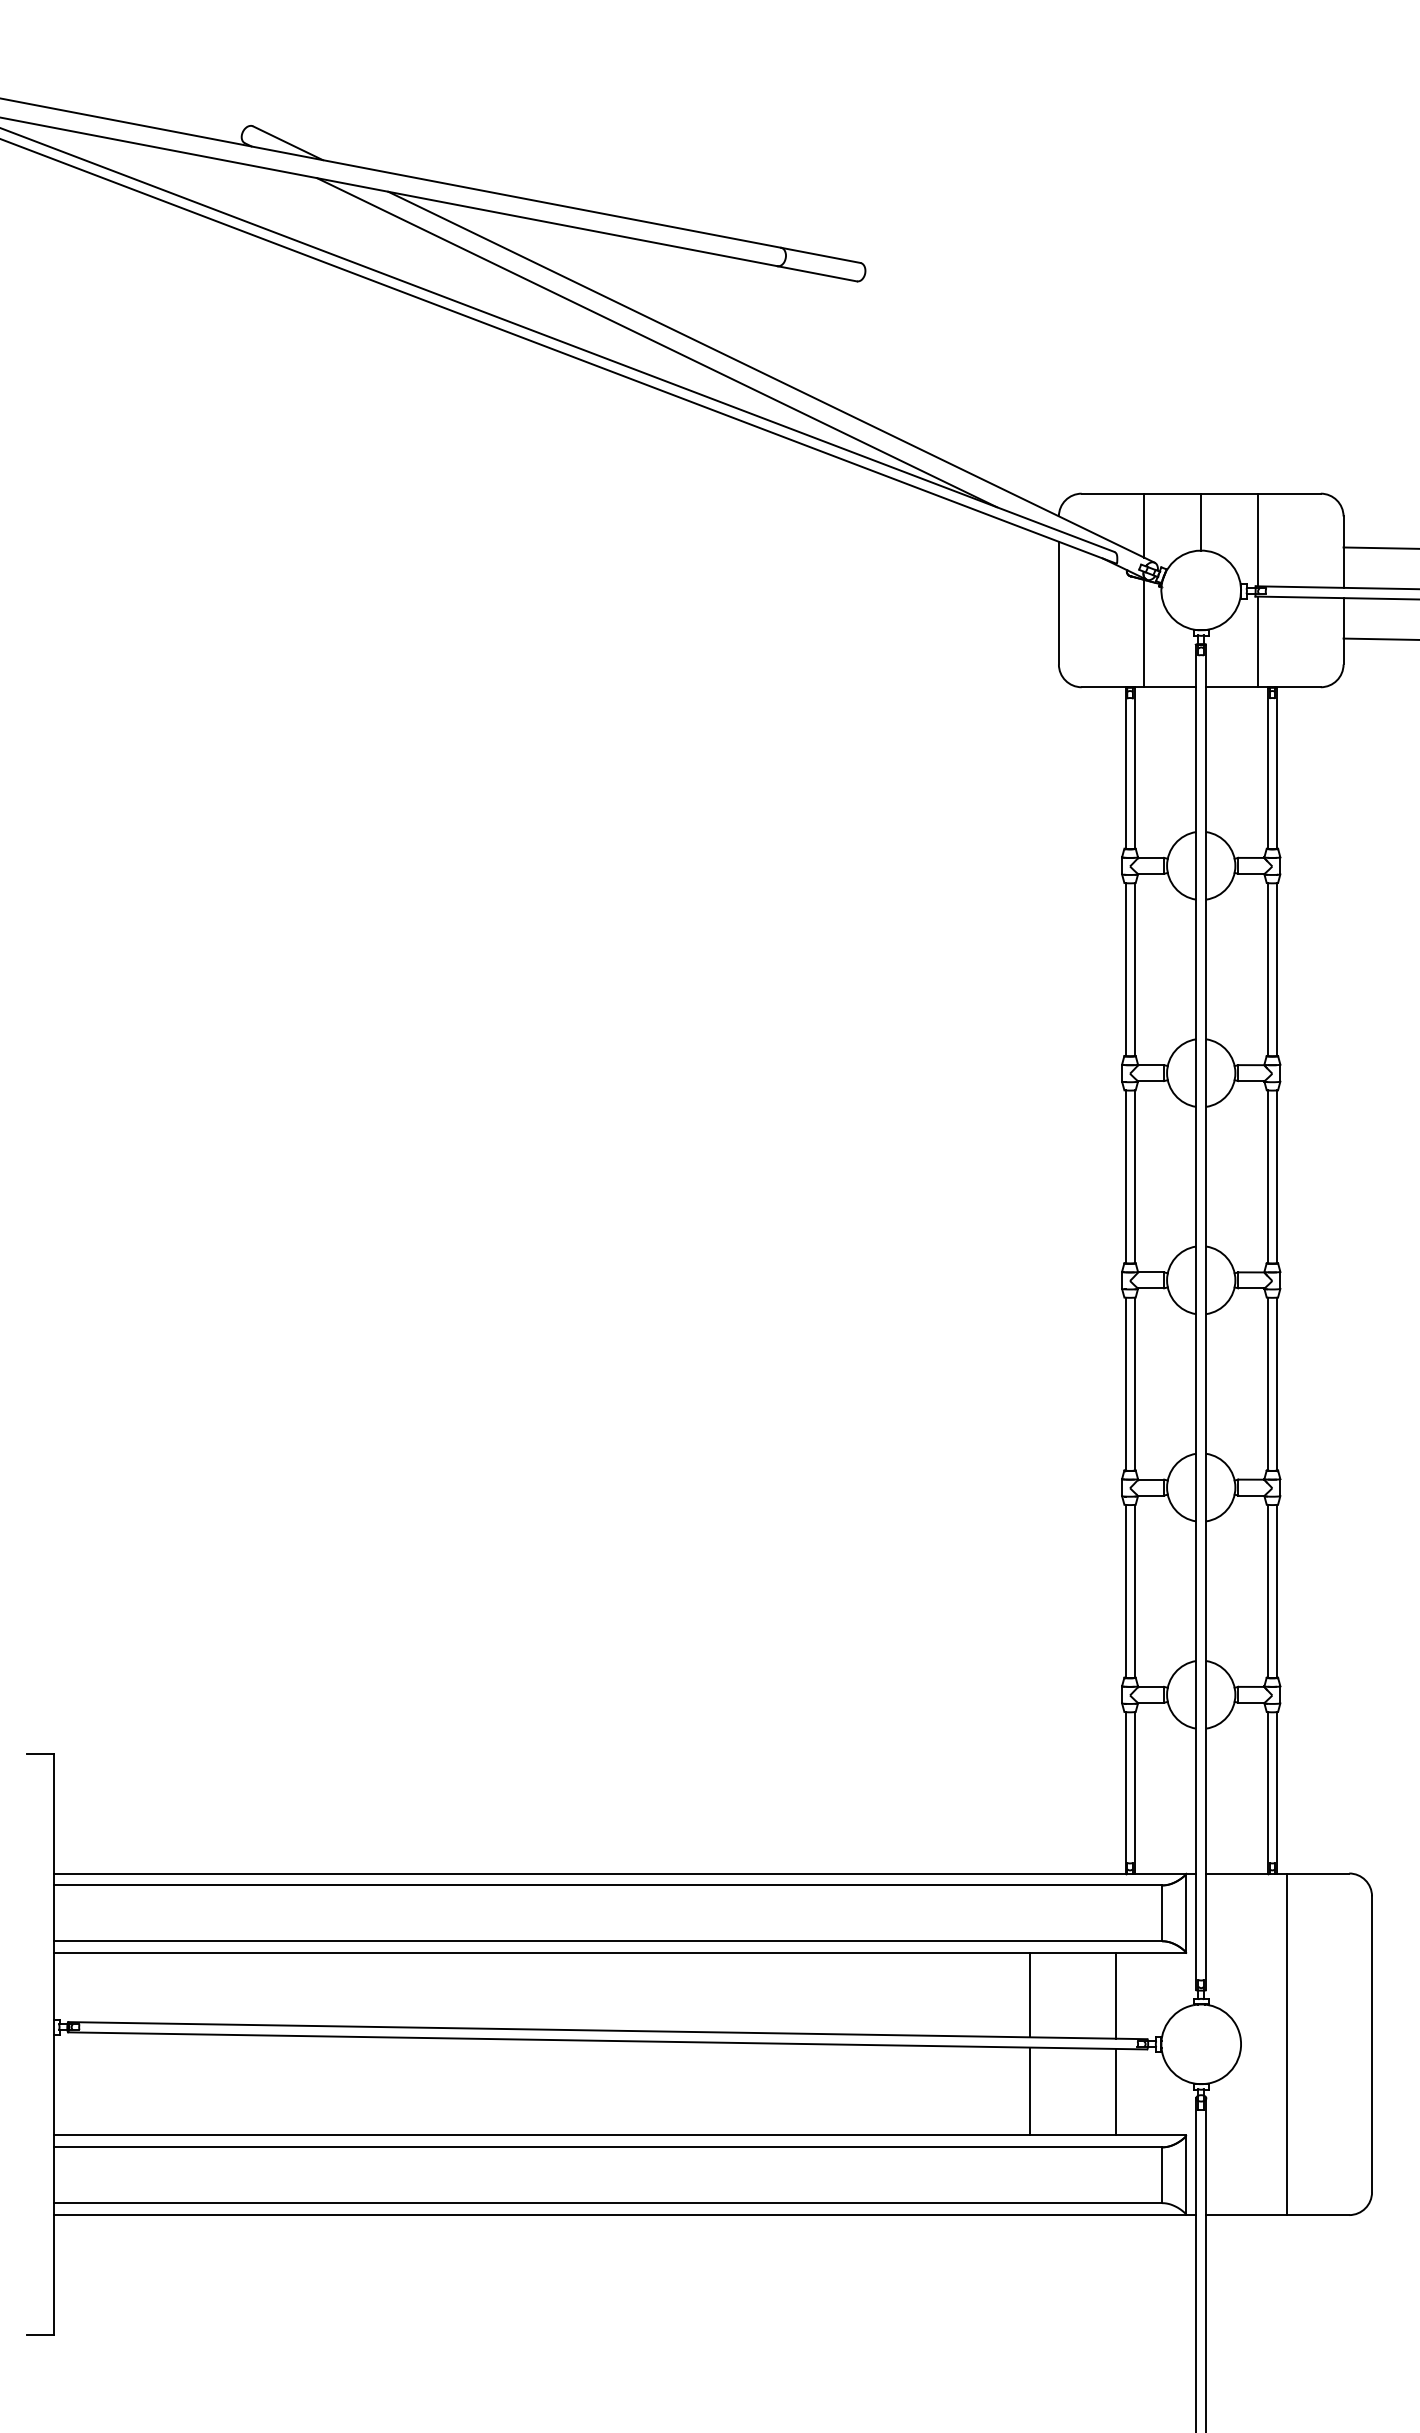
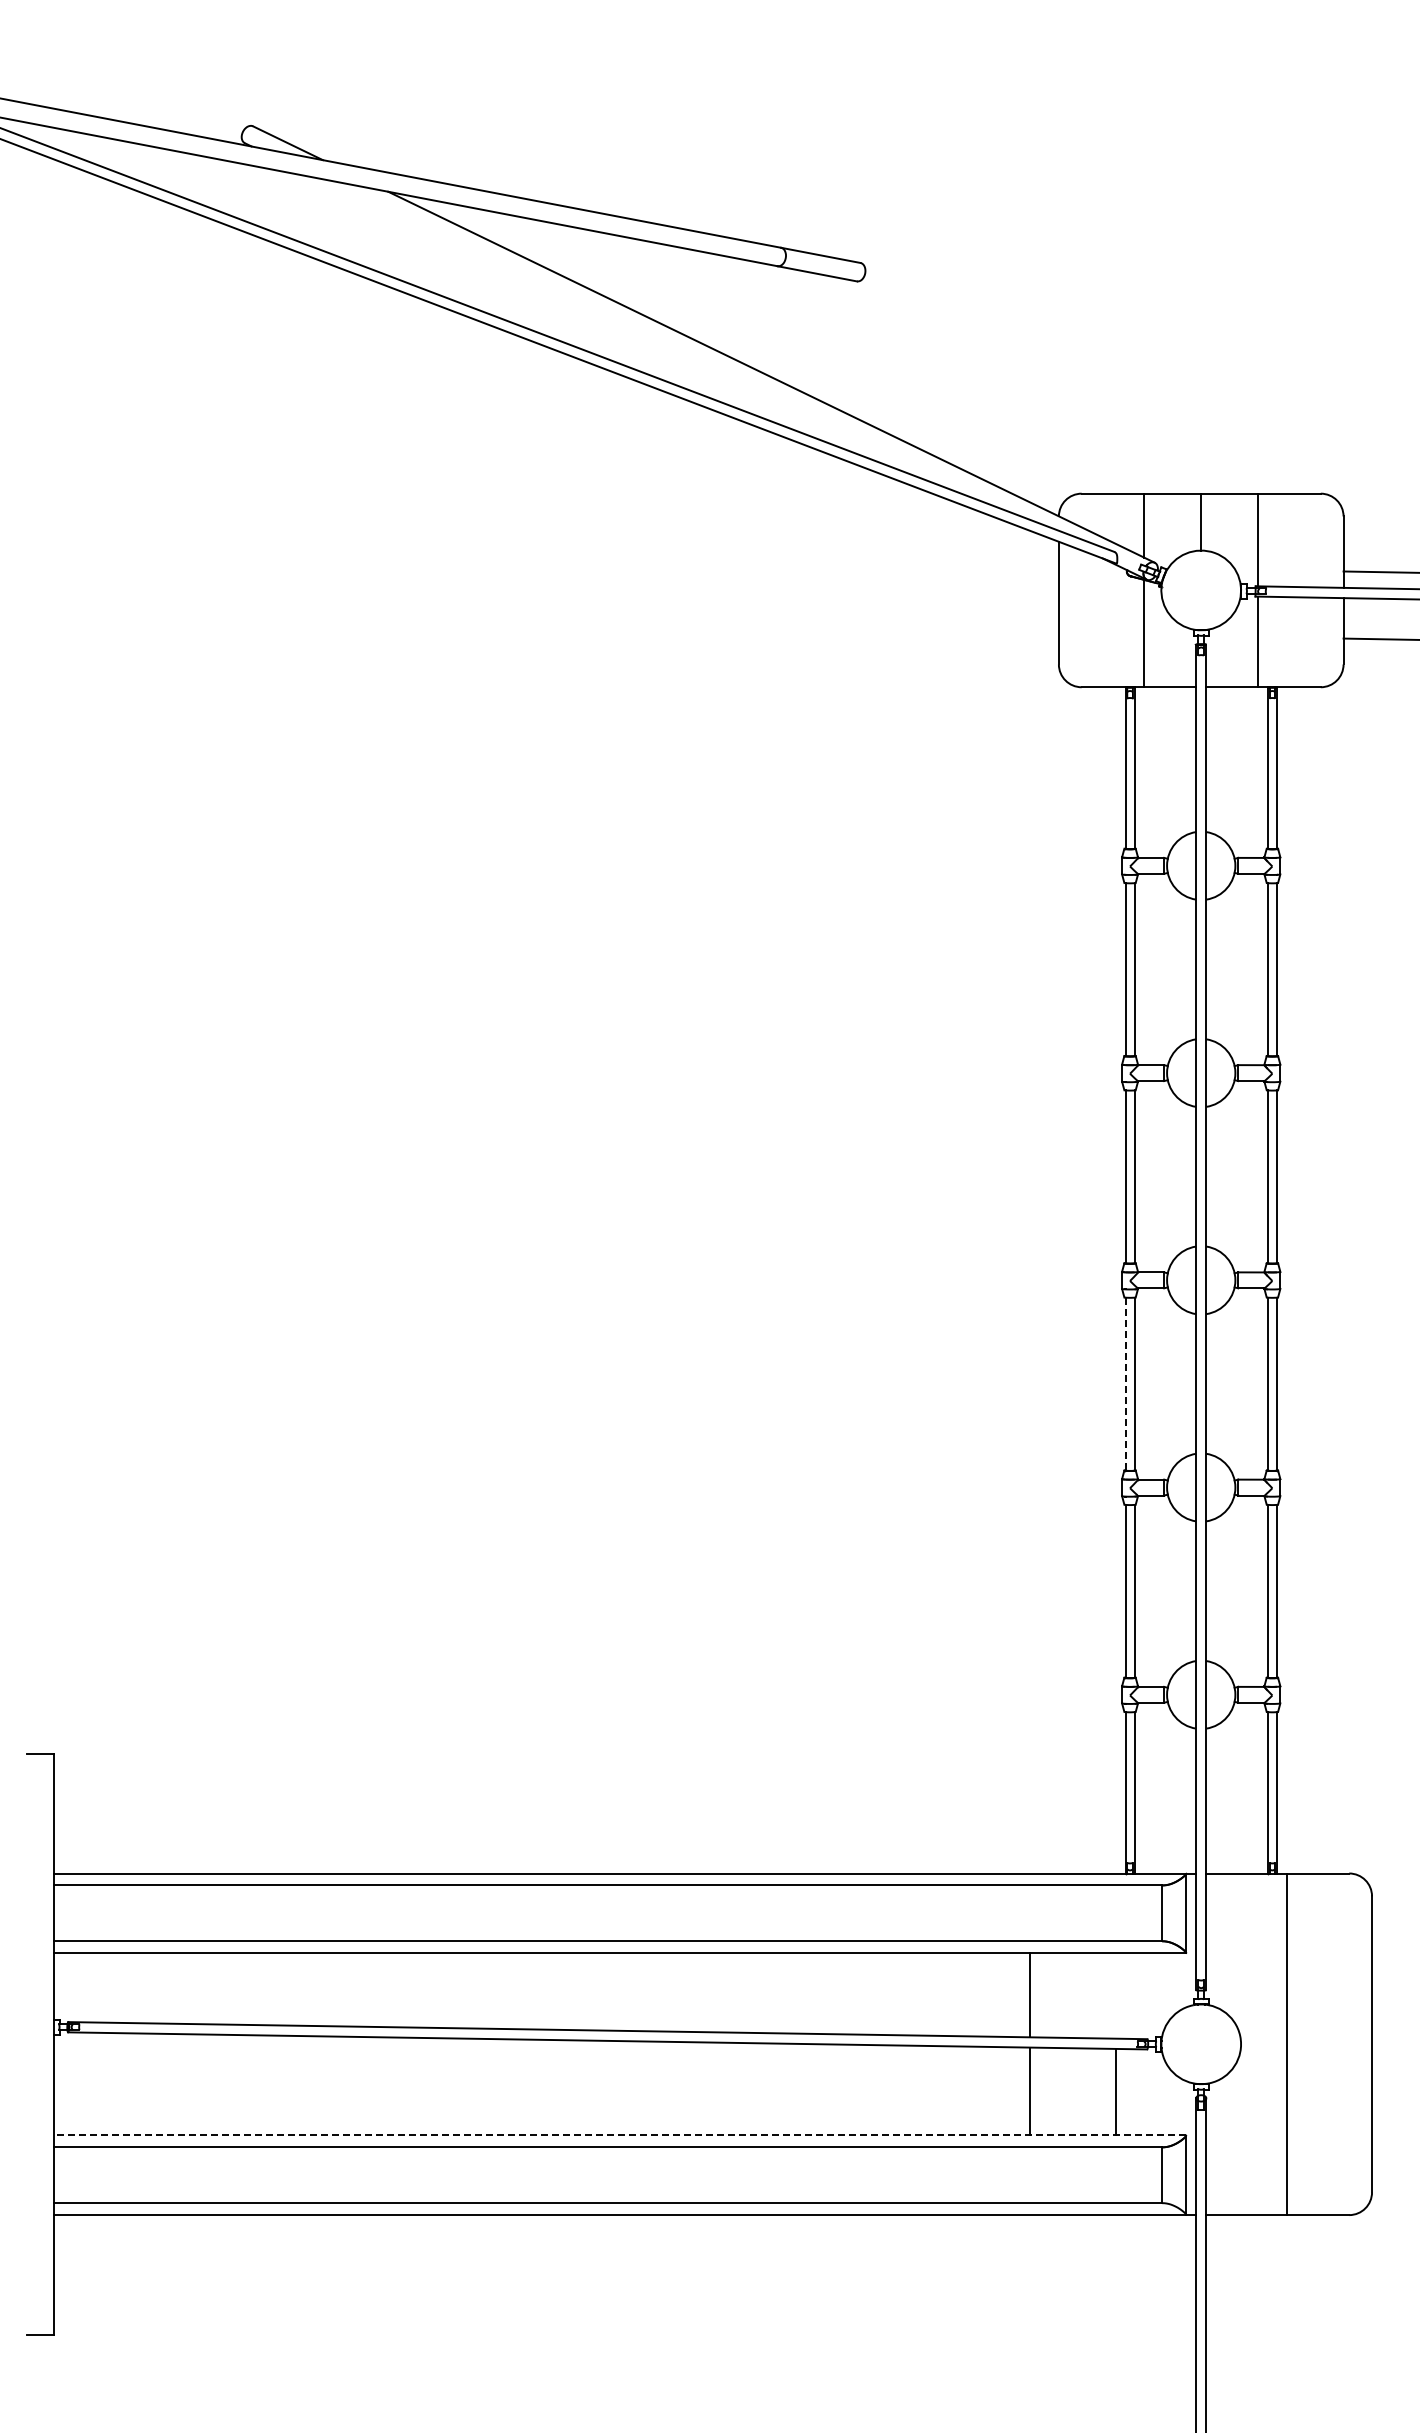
line at (656, 342): present -> none
line at (1379, 547) position: (1379, 547) -> (1379, 571)
line at (1125, 1384): solid -> dashed
line at (1115, 1995): present -> none
line at (619, 2135): solid -> dashed
